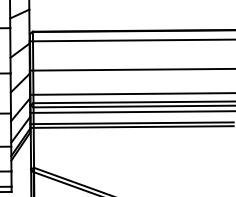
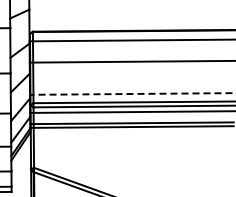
line at (130, 69) position: (130, 69) -> (130, 61)
line at (132, 93): solid -> dashed
